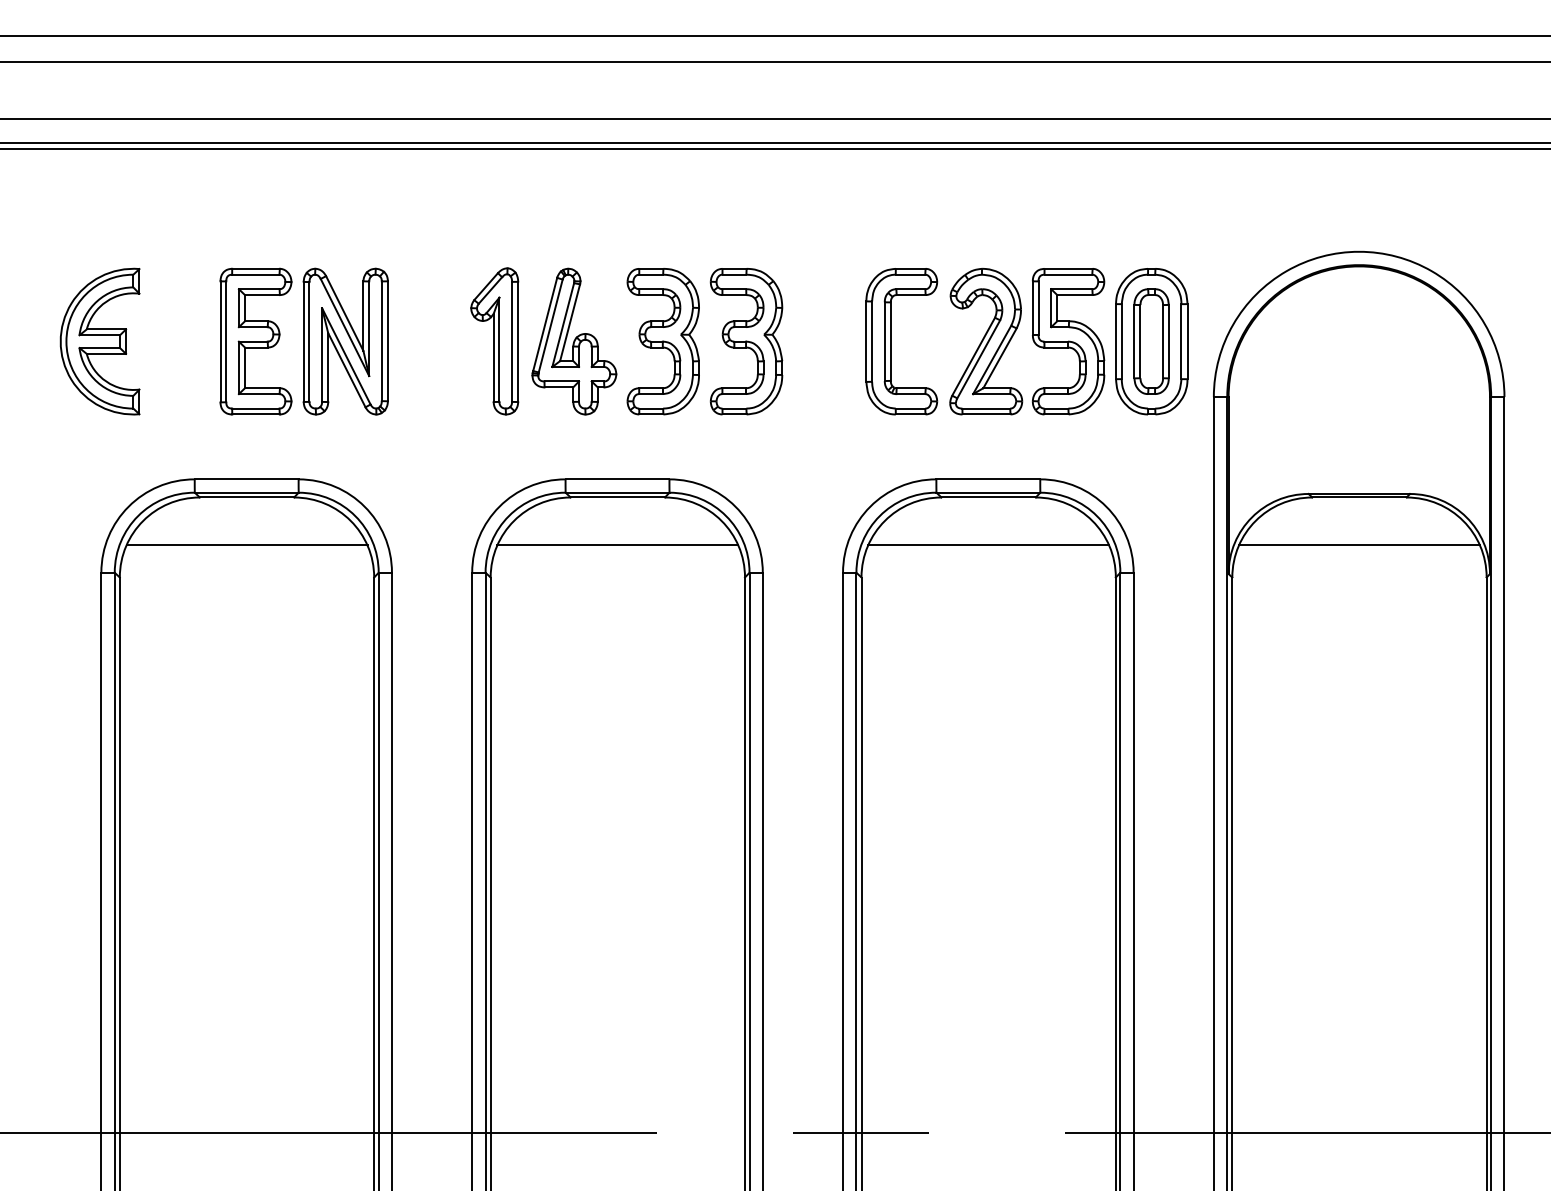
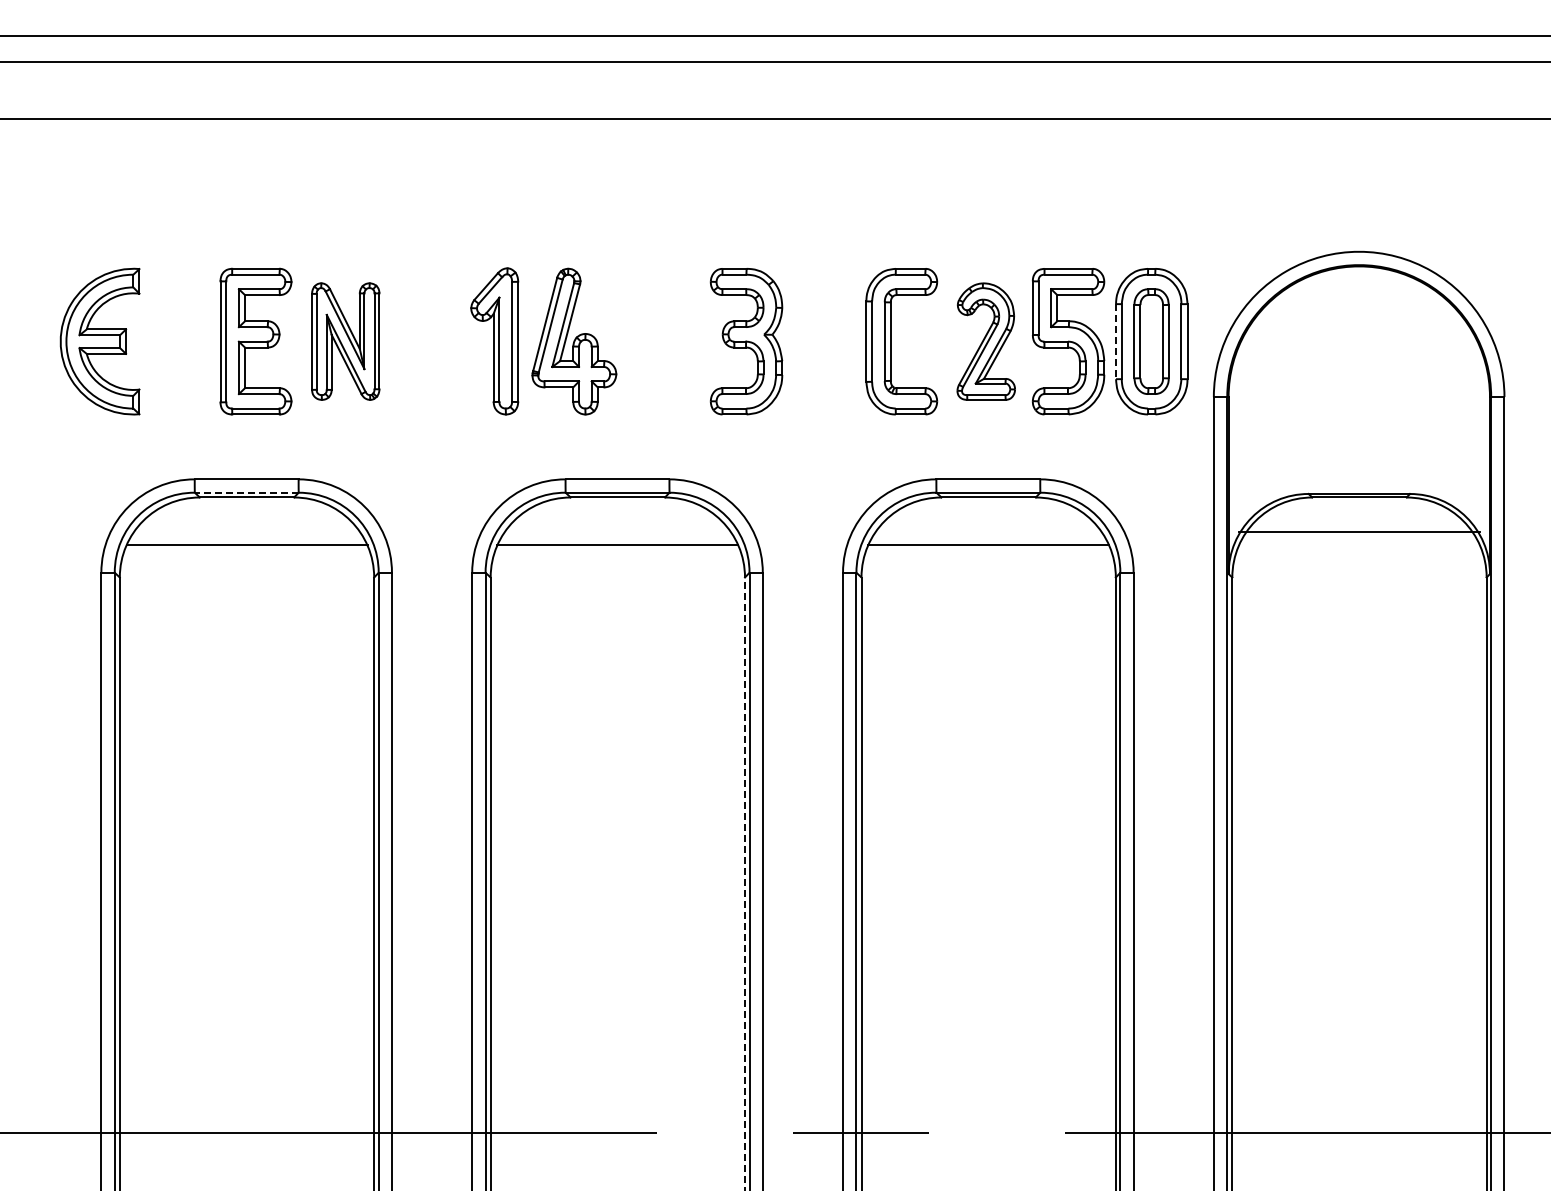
line at (774, 142): present -> none
line at (774, 148): present -> none
part at (345, 341) size: 87x149 px -> 70x119 px
part at (662, 341): present -> none
part at (986, 341) size: 75x149 px -> 60x119 px
line at (1116, 341): solid -> dashed
line at (246, 492): solid -> dashed
line at (1359, 545) position: (1359, 545) -> (1359, 532)
line at (745, 883): solid -> dashed
